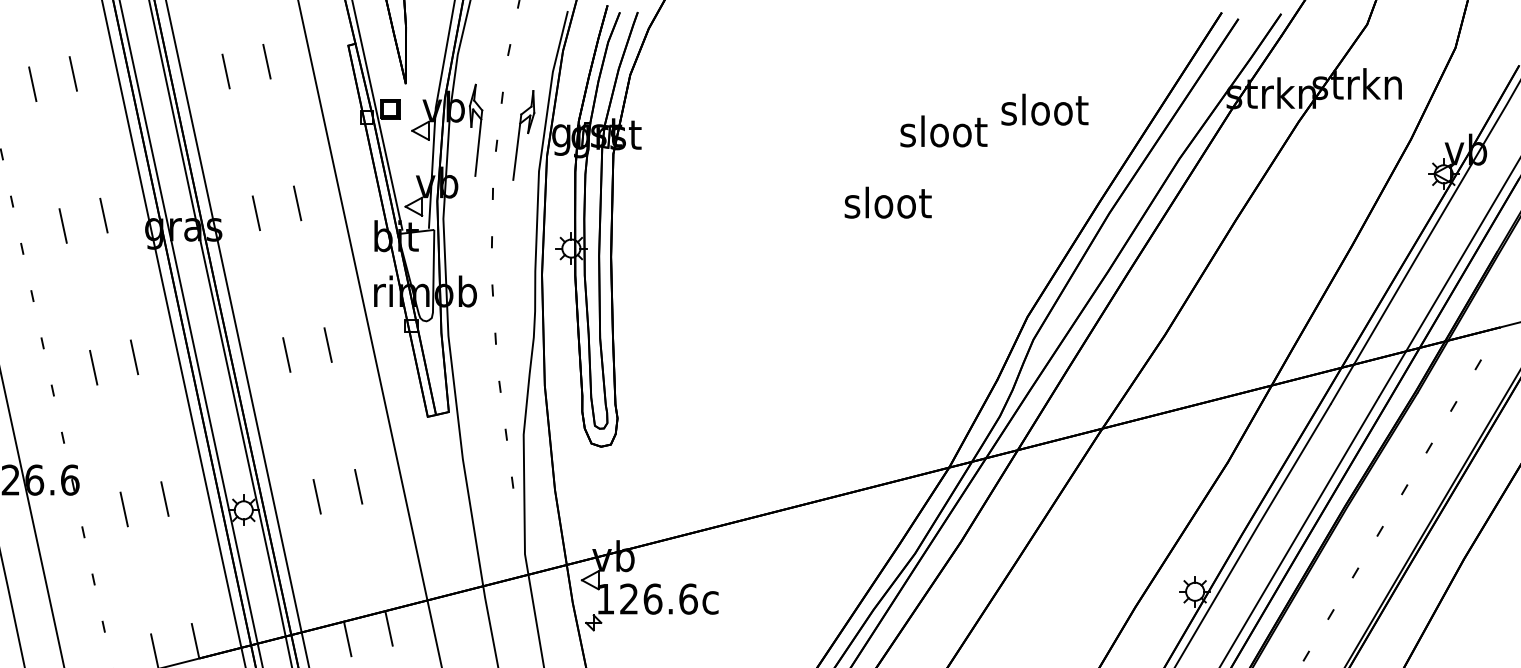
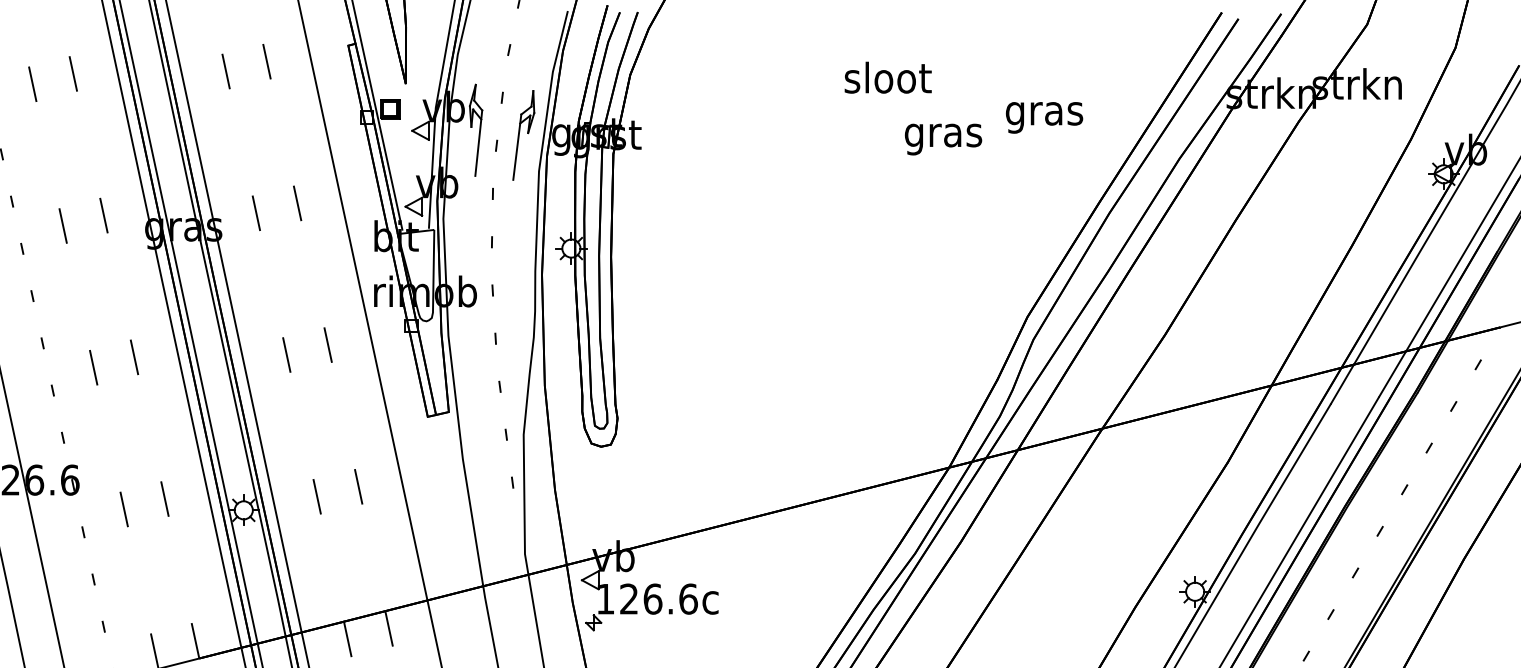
text at (1044, 113): sloot -> gras
text at (943, 135): sloot -> gras
text at (887, 202) position: (887, 202) -> (887, 77)
